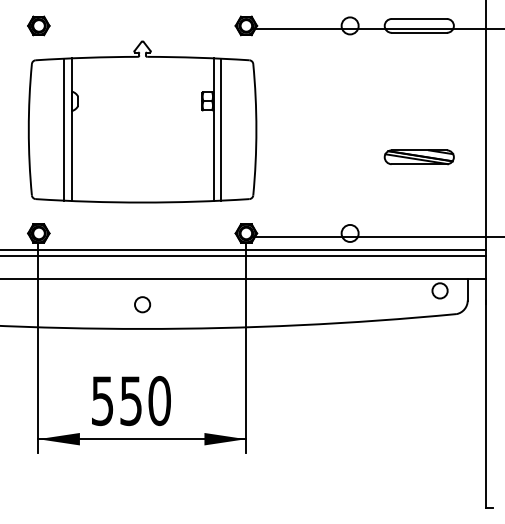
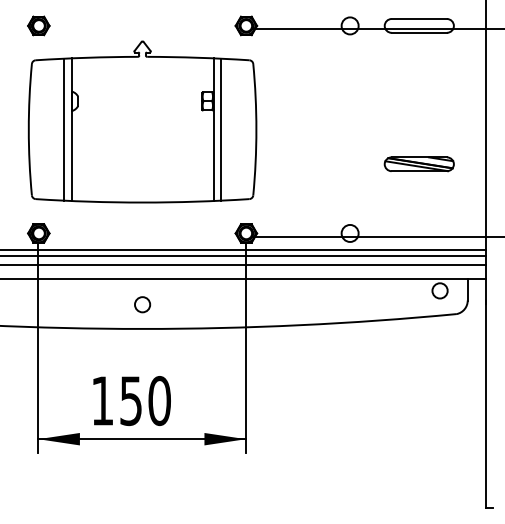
part at (418, 157) position: (418, 157) -> (418, 164)
line at (244, 264): none -> present
text at (102, 401): 550 -> 150
